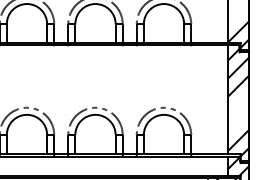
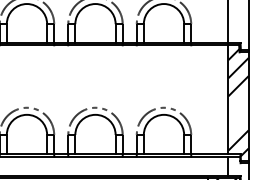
hatch at (238, 34): present -> none
hatch at (238, 166): present -> none
